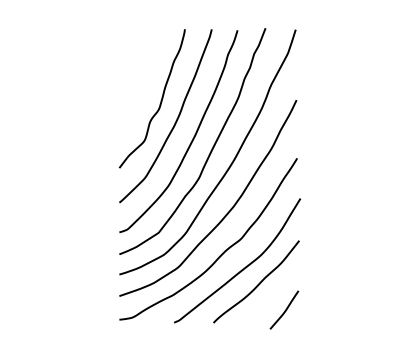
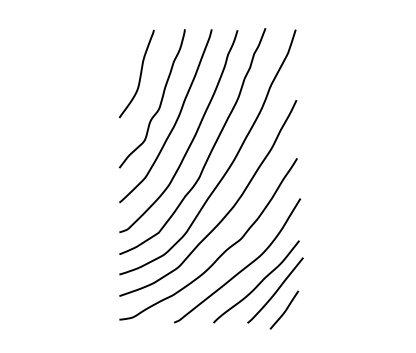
curve at (139, 75): none -> present
curve at (276, 290): none -> present
